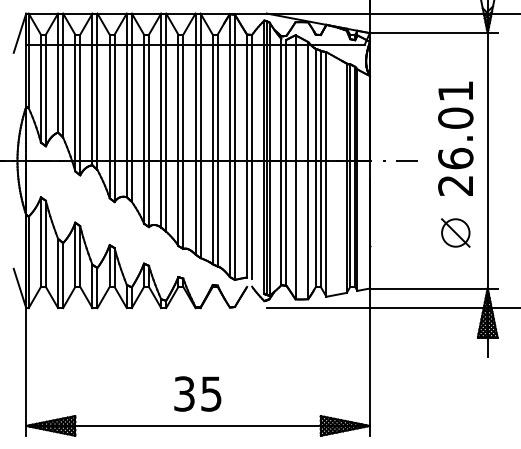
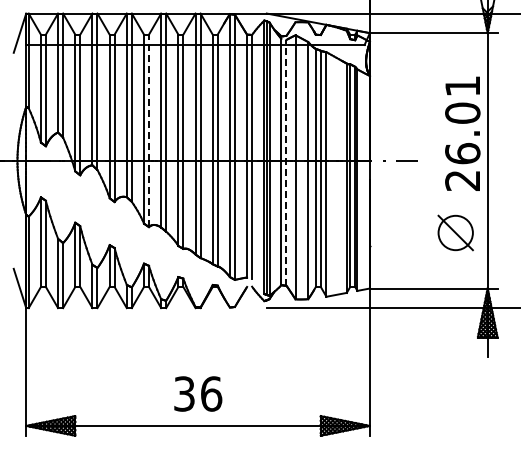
line at (149, 130): solid -> dashed
text at (455, 138) position: (455, 138) -> (462, 133)
line at (286, 162): solid -> dashed
part at (455, 232) size: 30x30 px -> 37x38 px
text at (211, 393): 35 -> 36
